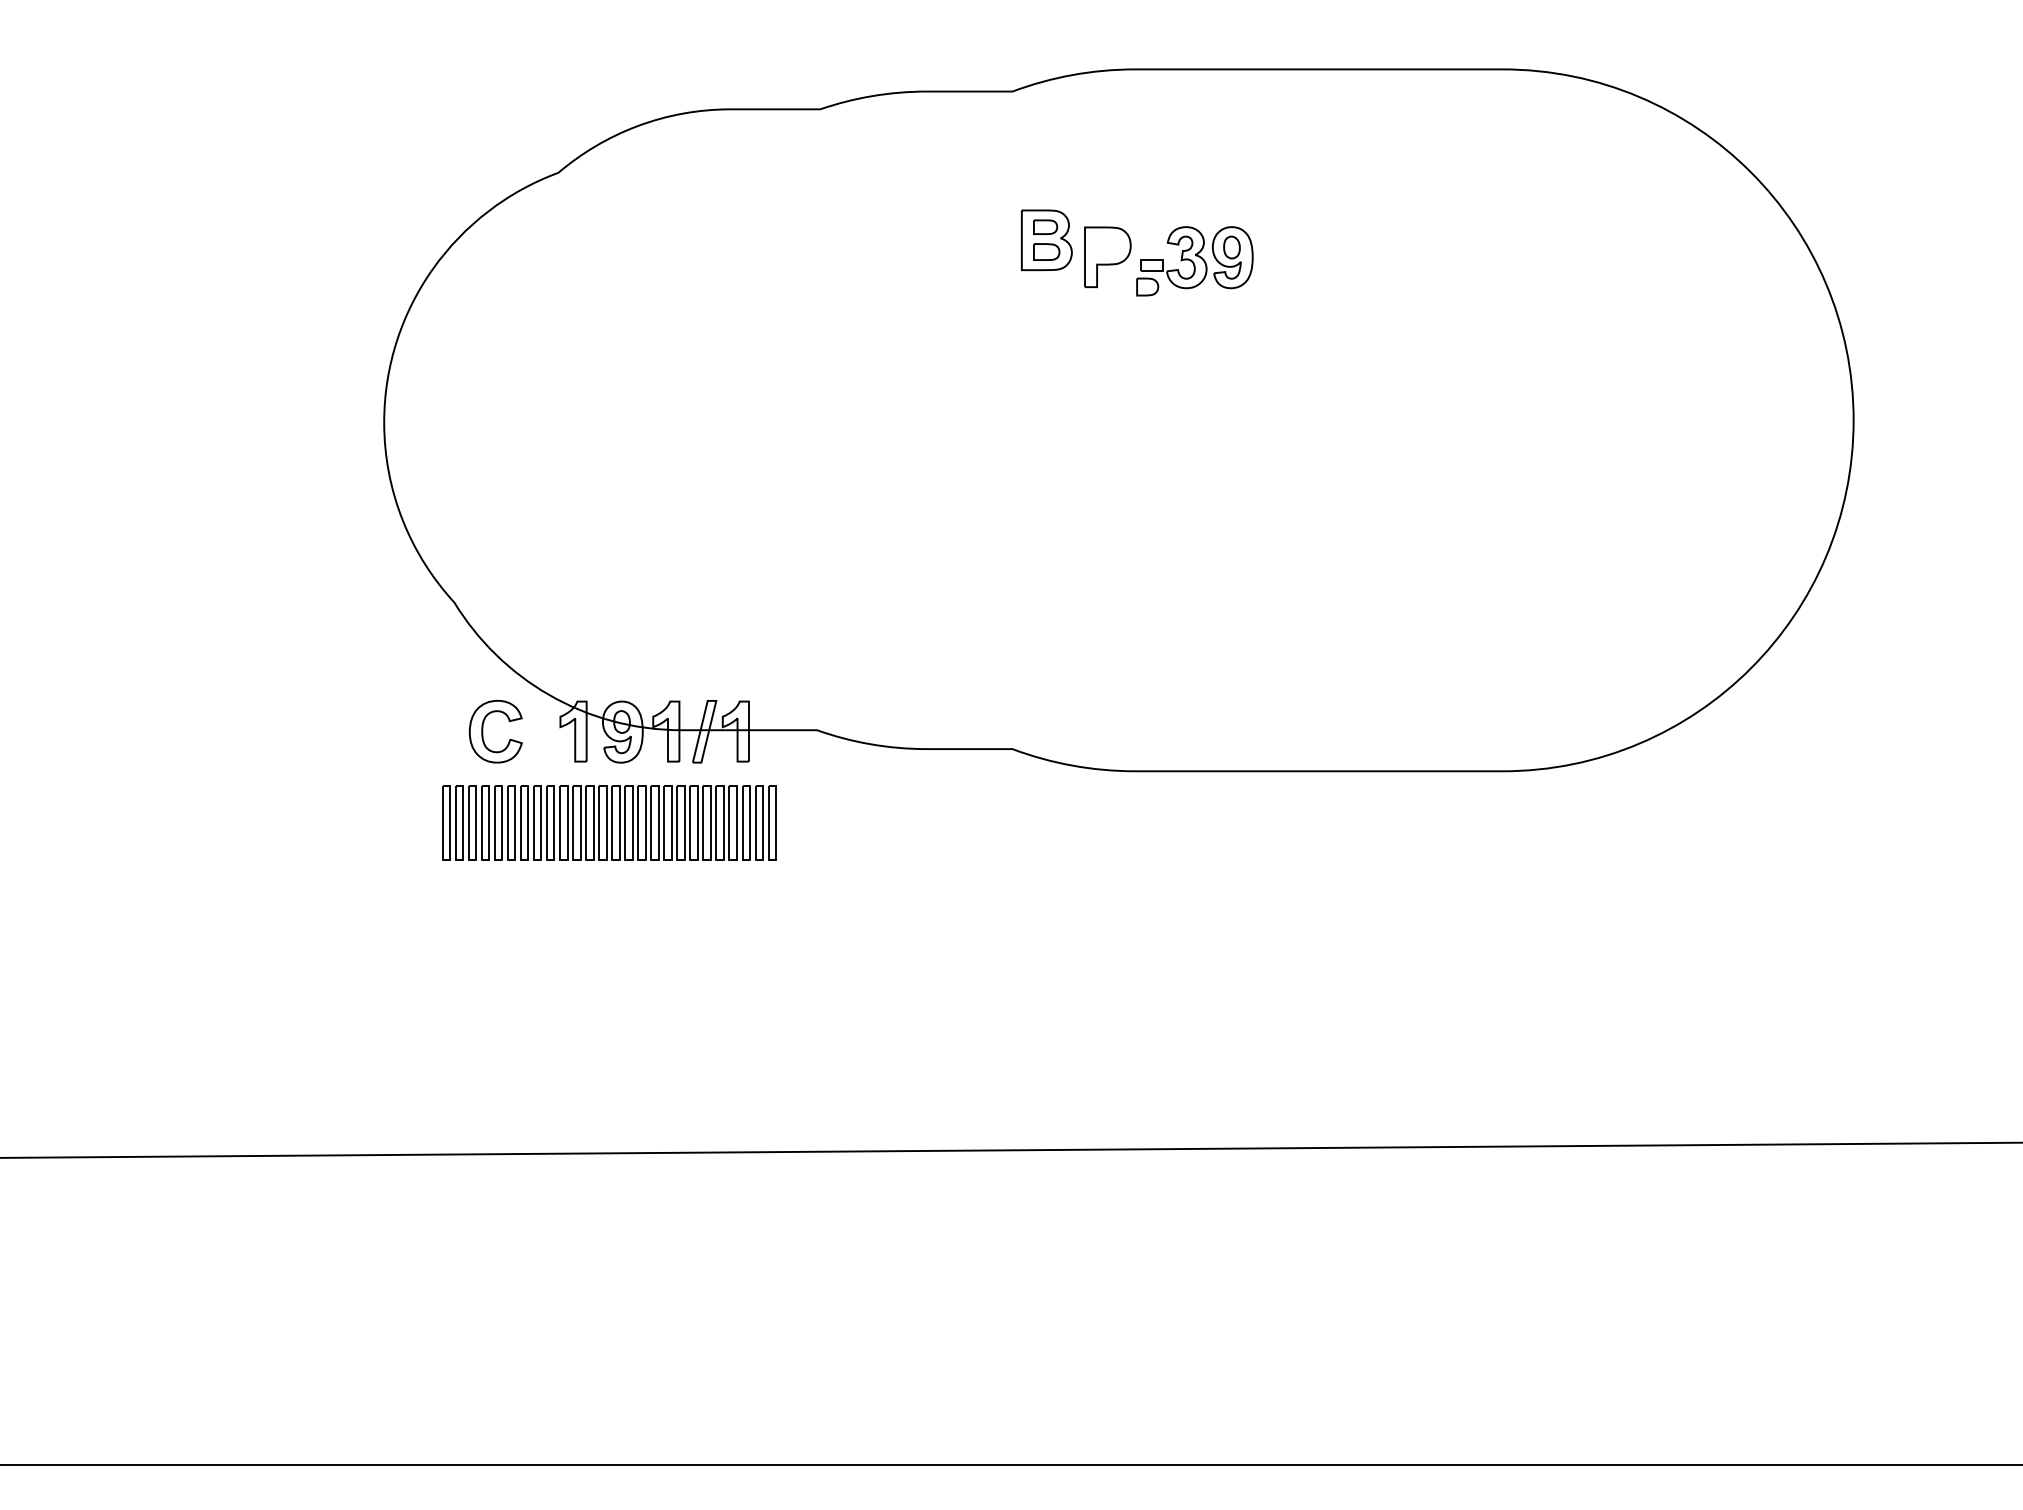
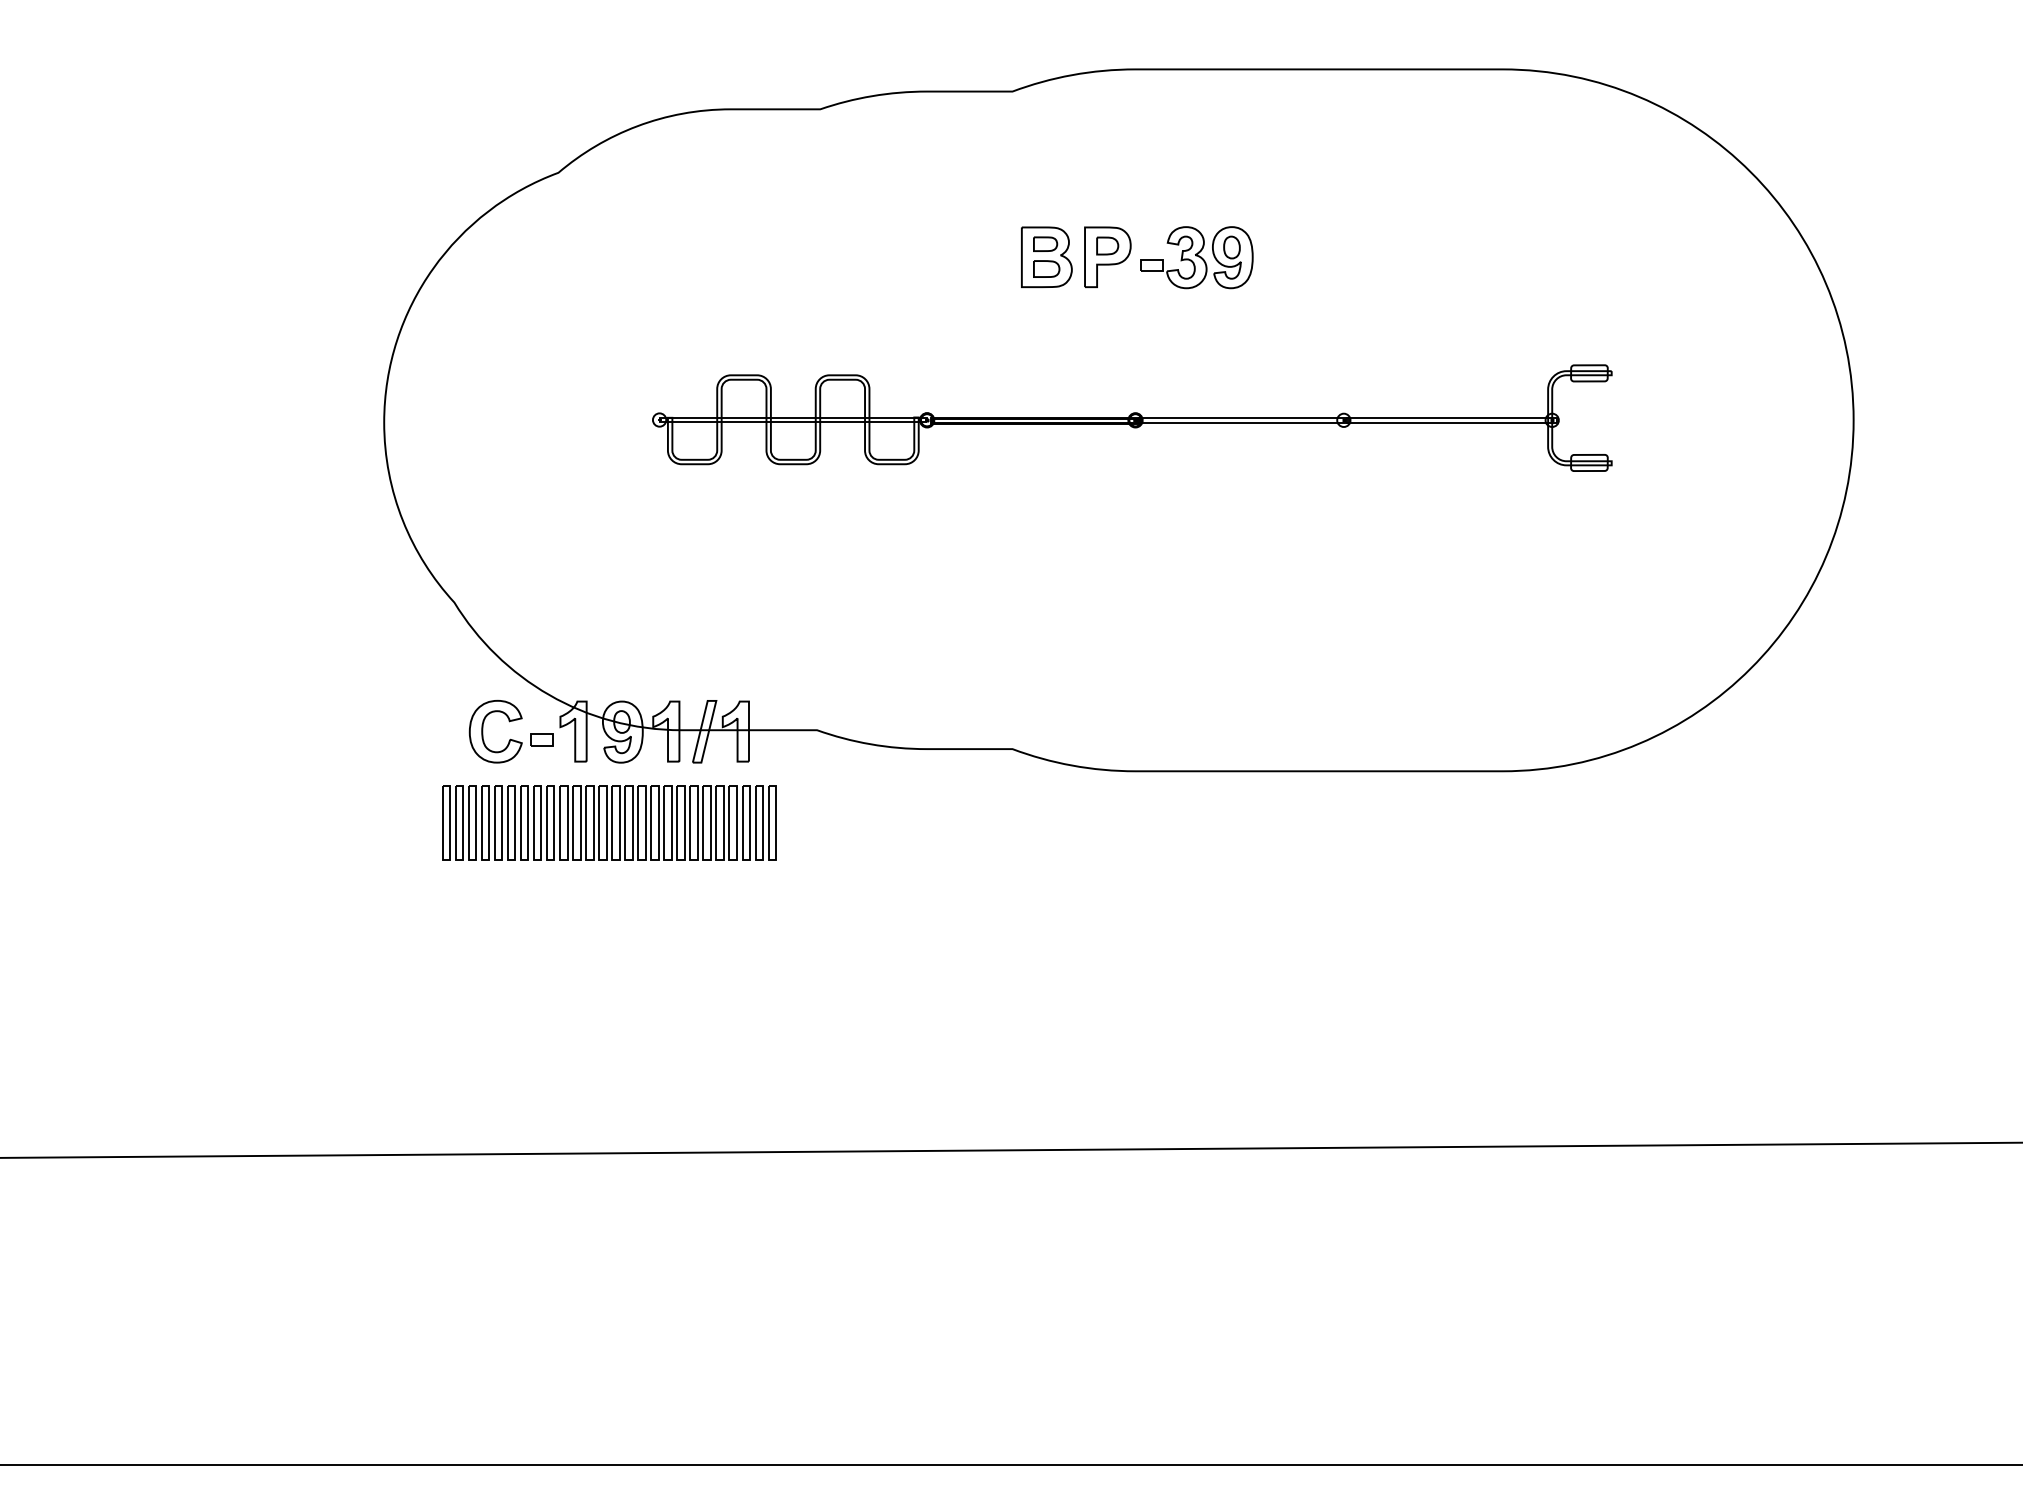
part at (1046, 240) position: (1046, 240) -> (1046, 257)
part at (1147, 286) position: (1147, 286) -> (1107, 245)
part at (1132, 417): none -> present
part at (541, 739): none -> present
